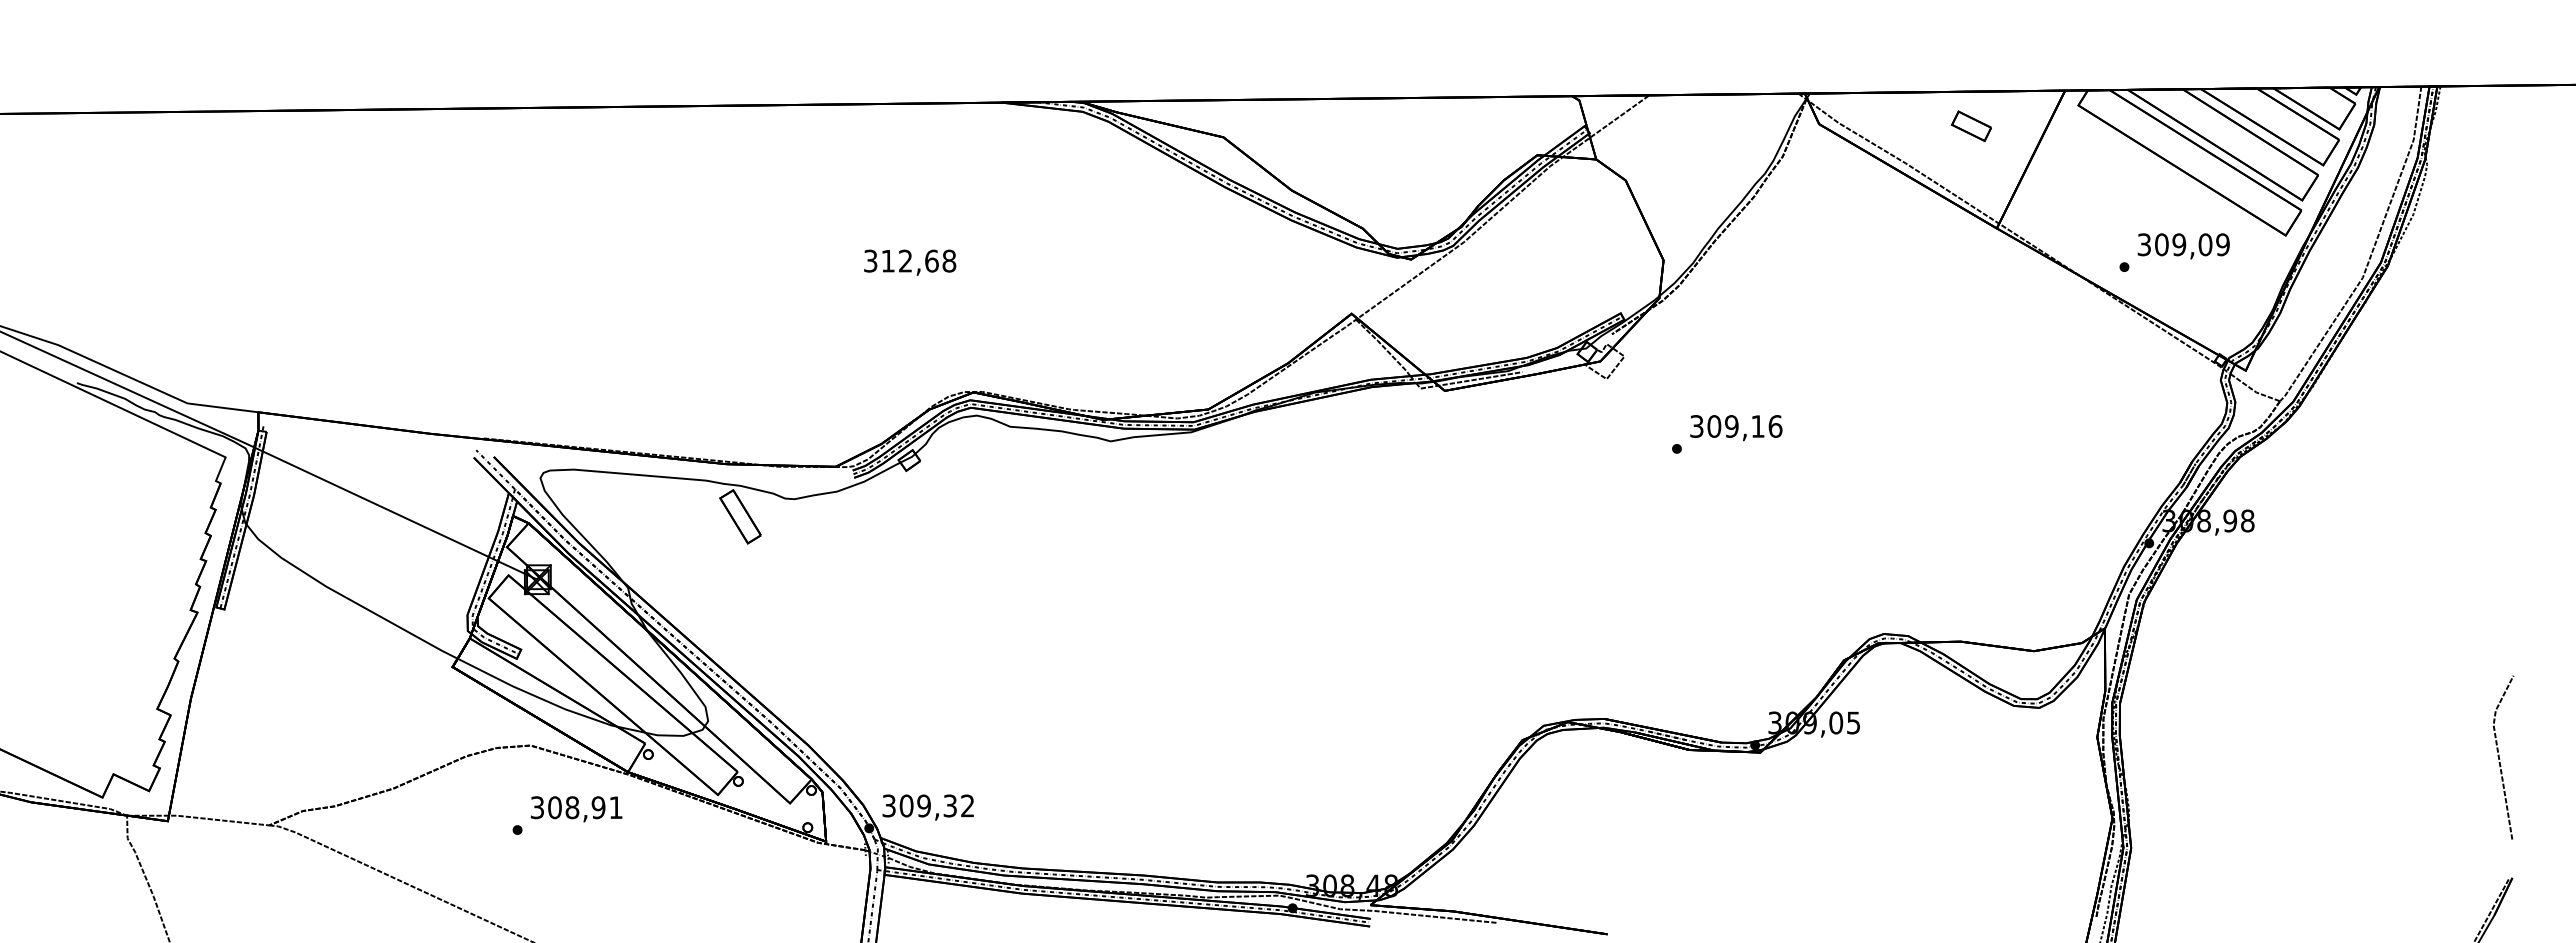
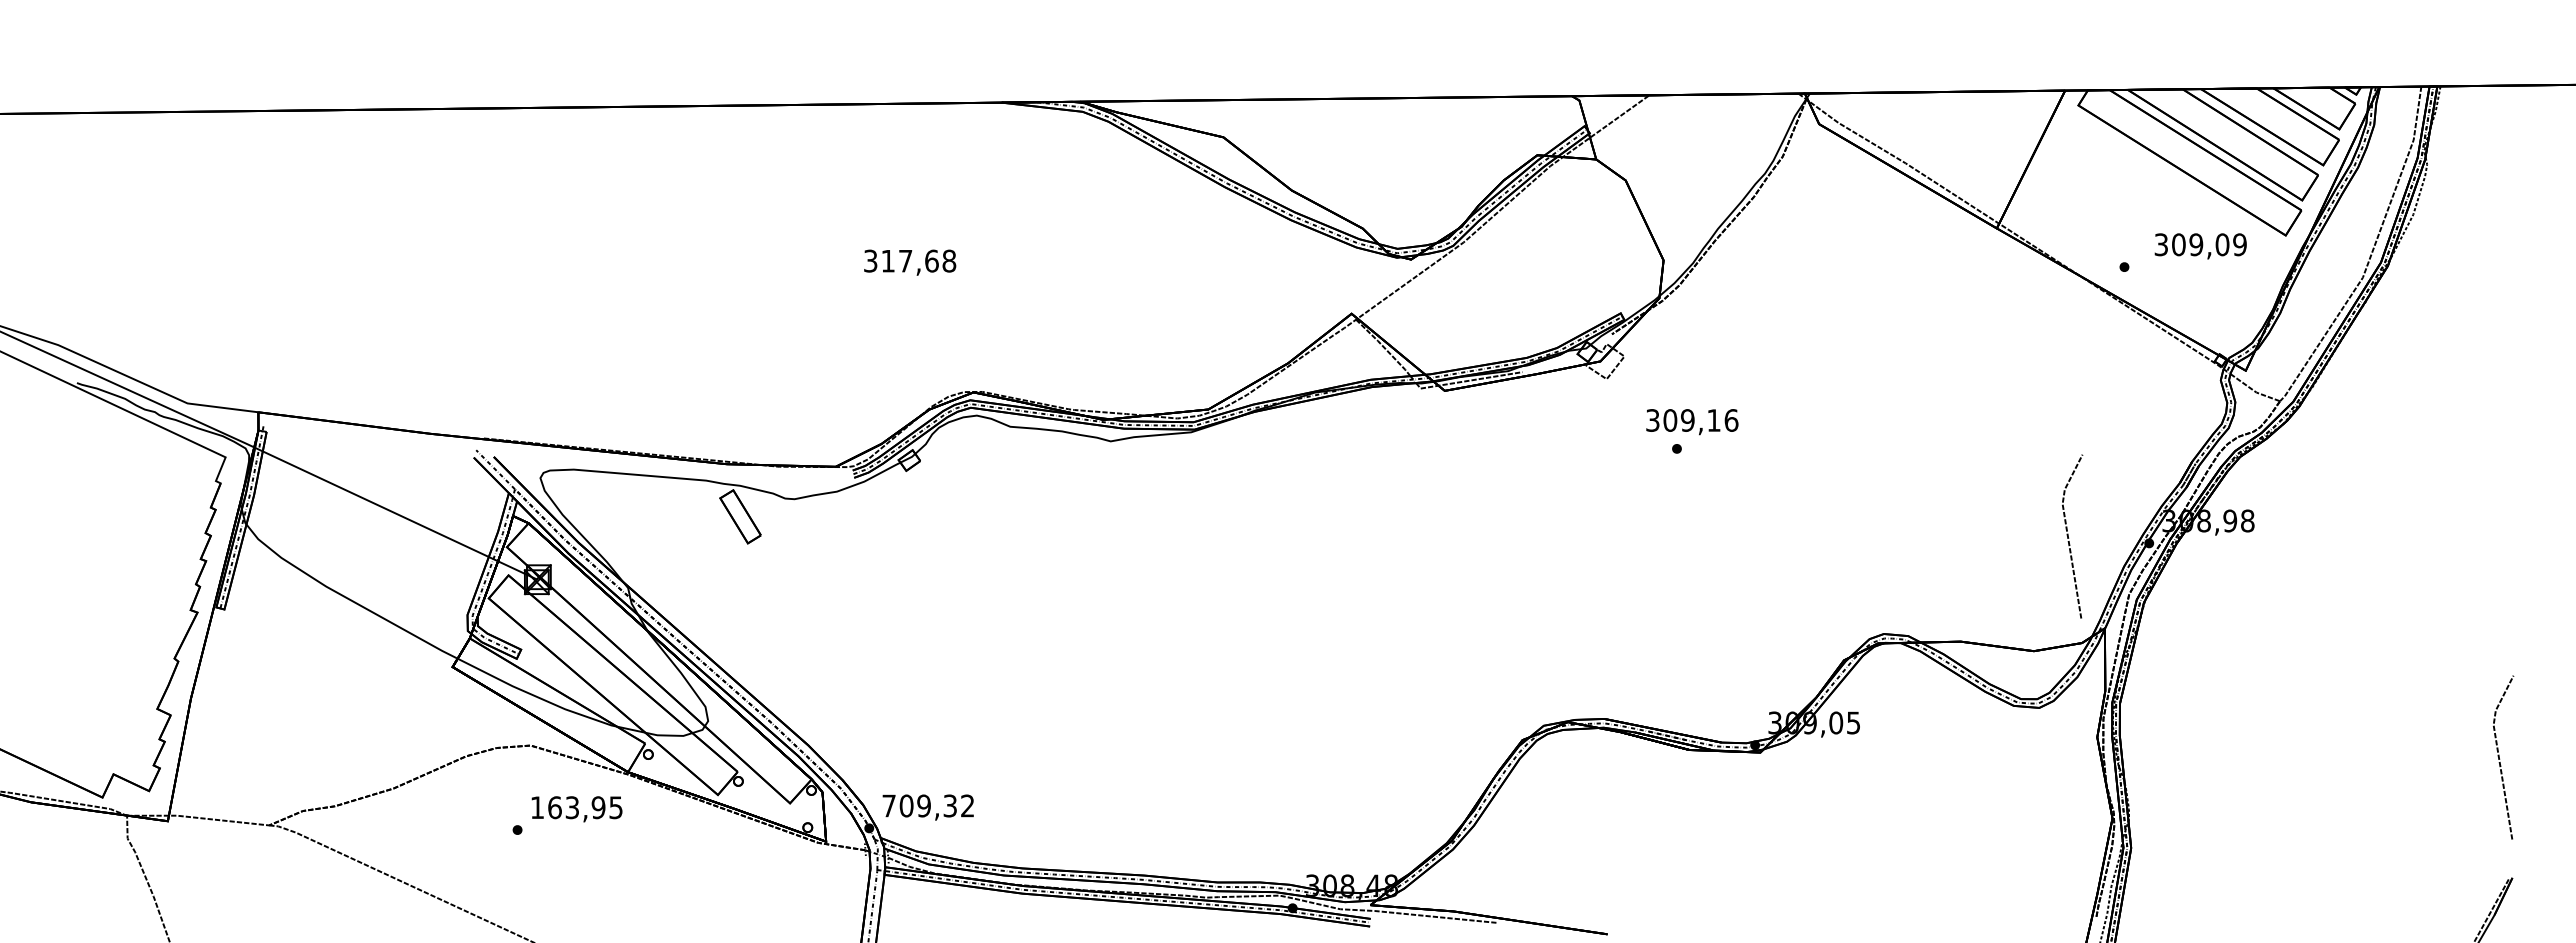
part at (1971, 126): present -> none
text at (2183, 246) position: (2183, 246) -> (2200, 246)
text at (905, 260): 312,68 -> 317,68
text at (1736, 428) position: (1736, 428) -> (1692, 422)
line at (2069, 538): none -> present
text at (888, 805): 309,32 -> 709,32
text at (576, 807): 308,91 -> 163,95
